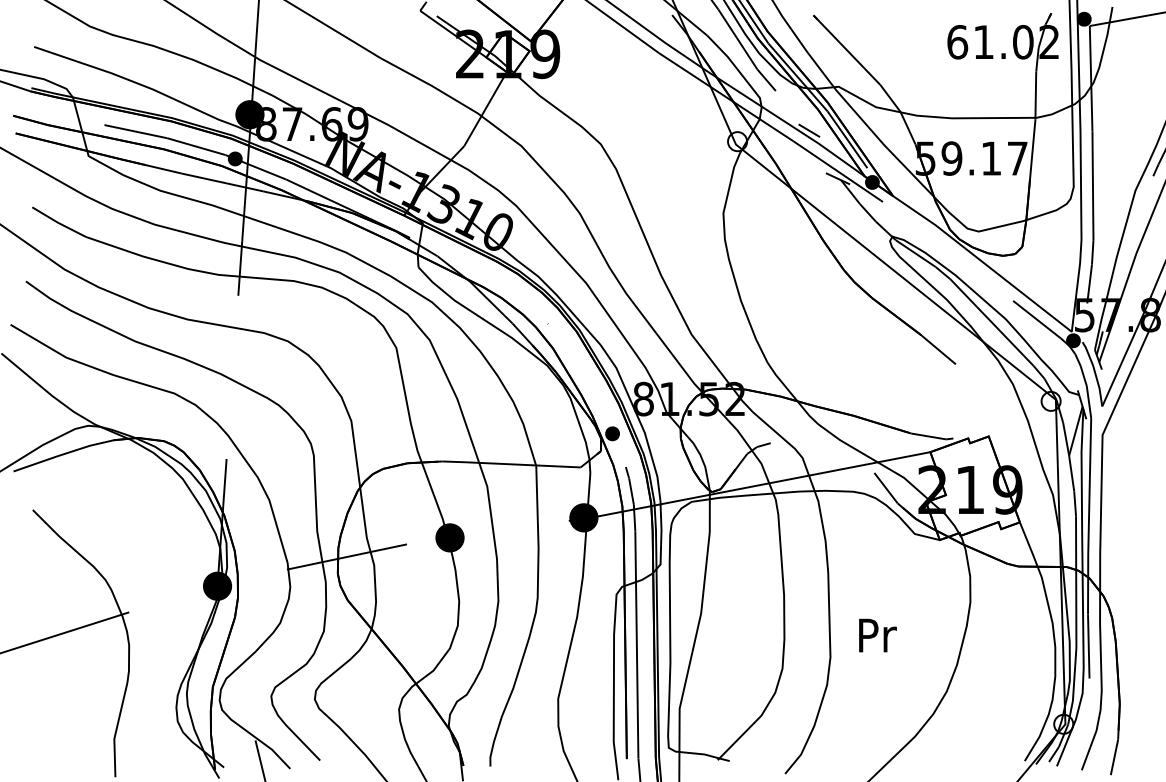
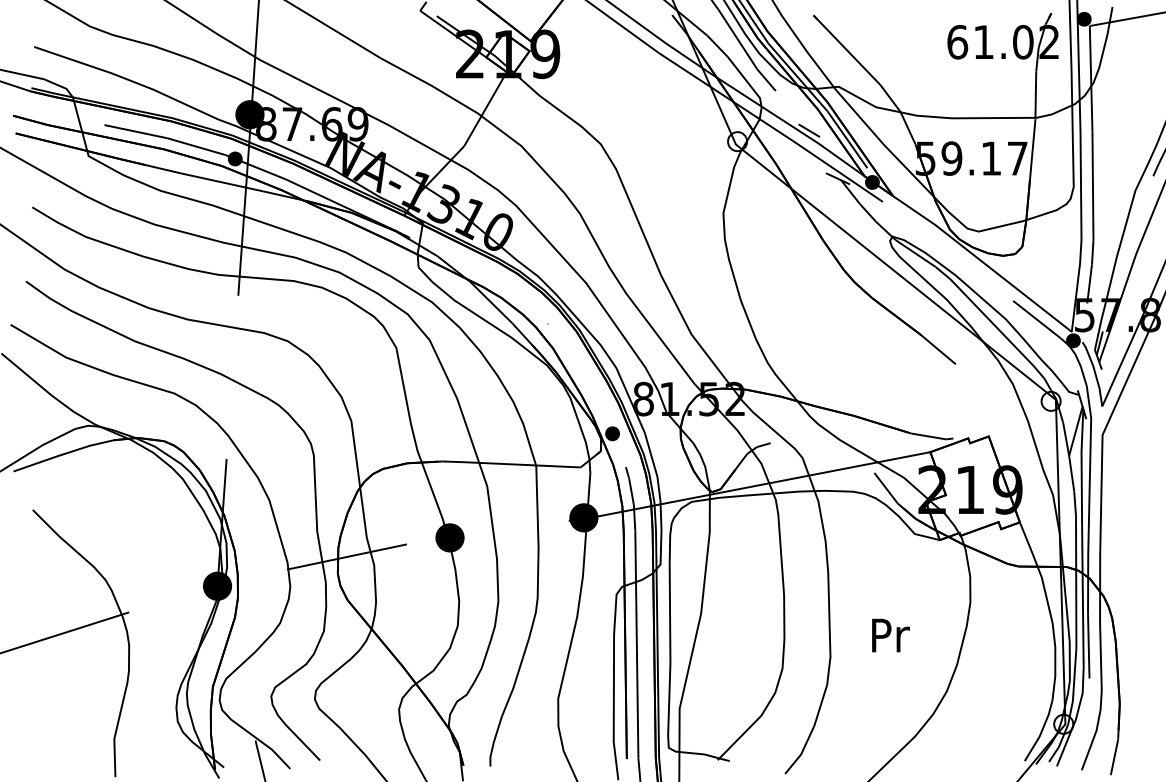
text at (877, 635) position: (877, 635) -> (890, 635)
